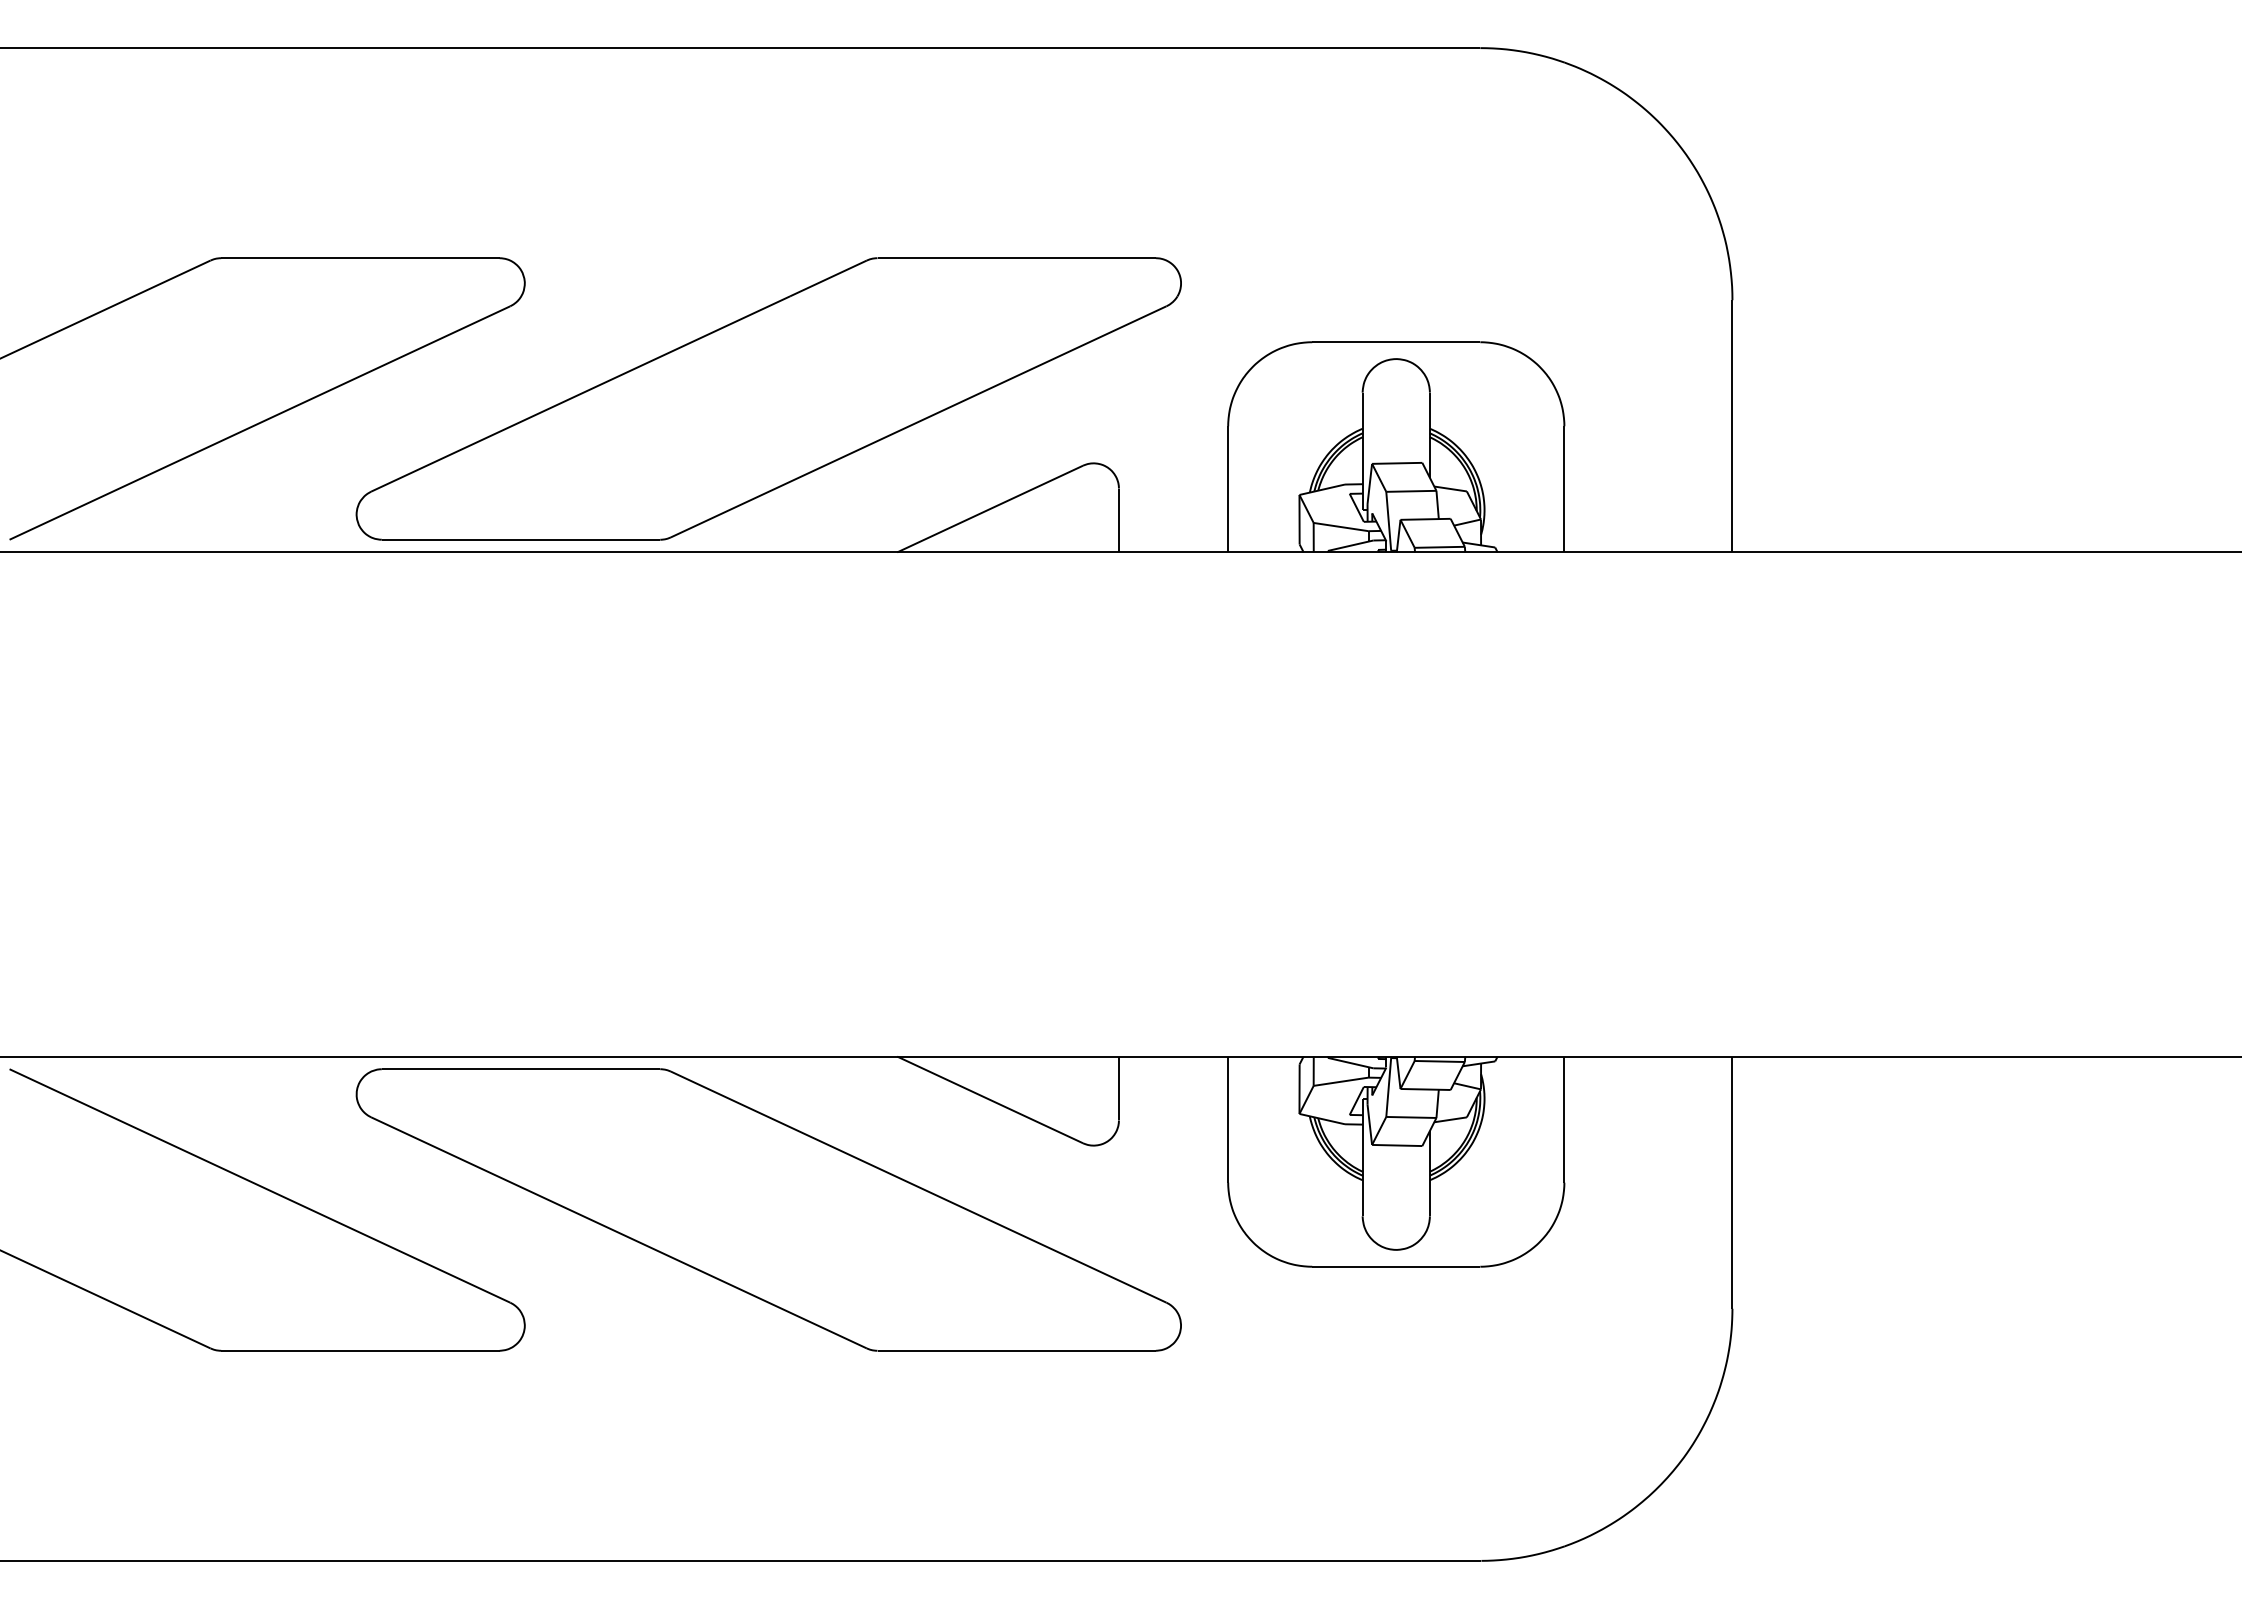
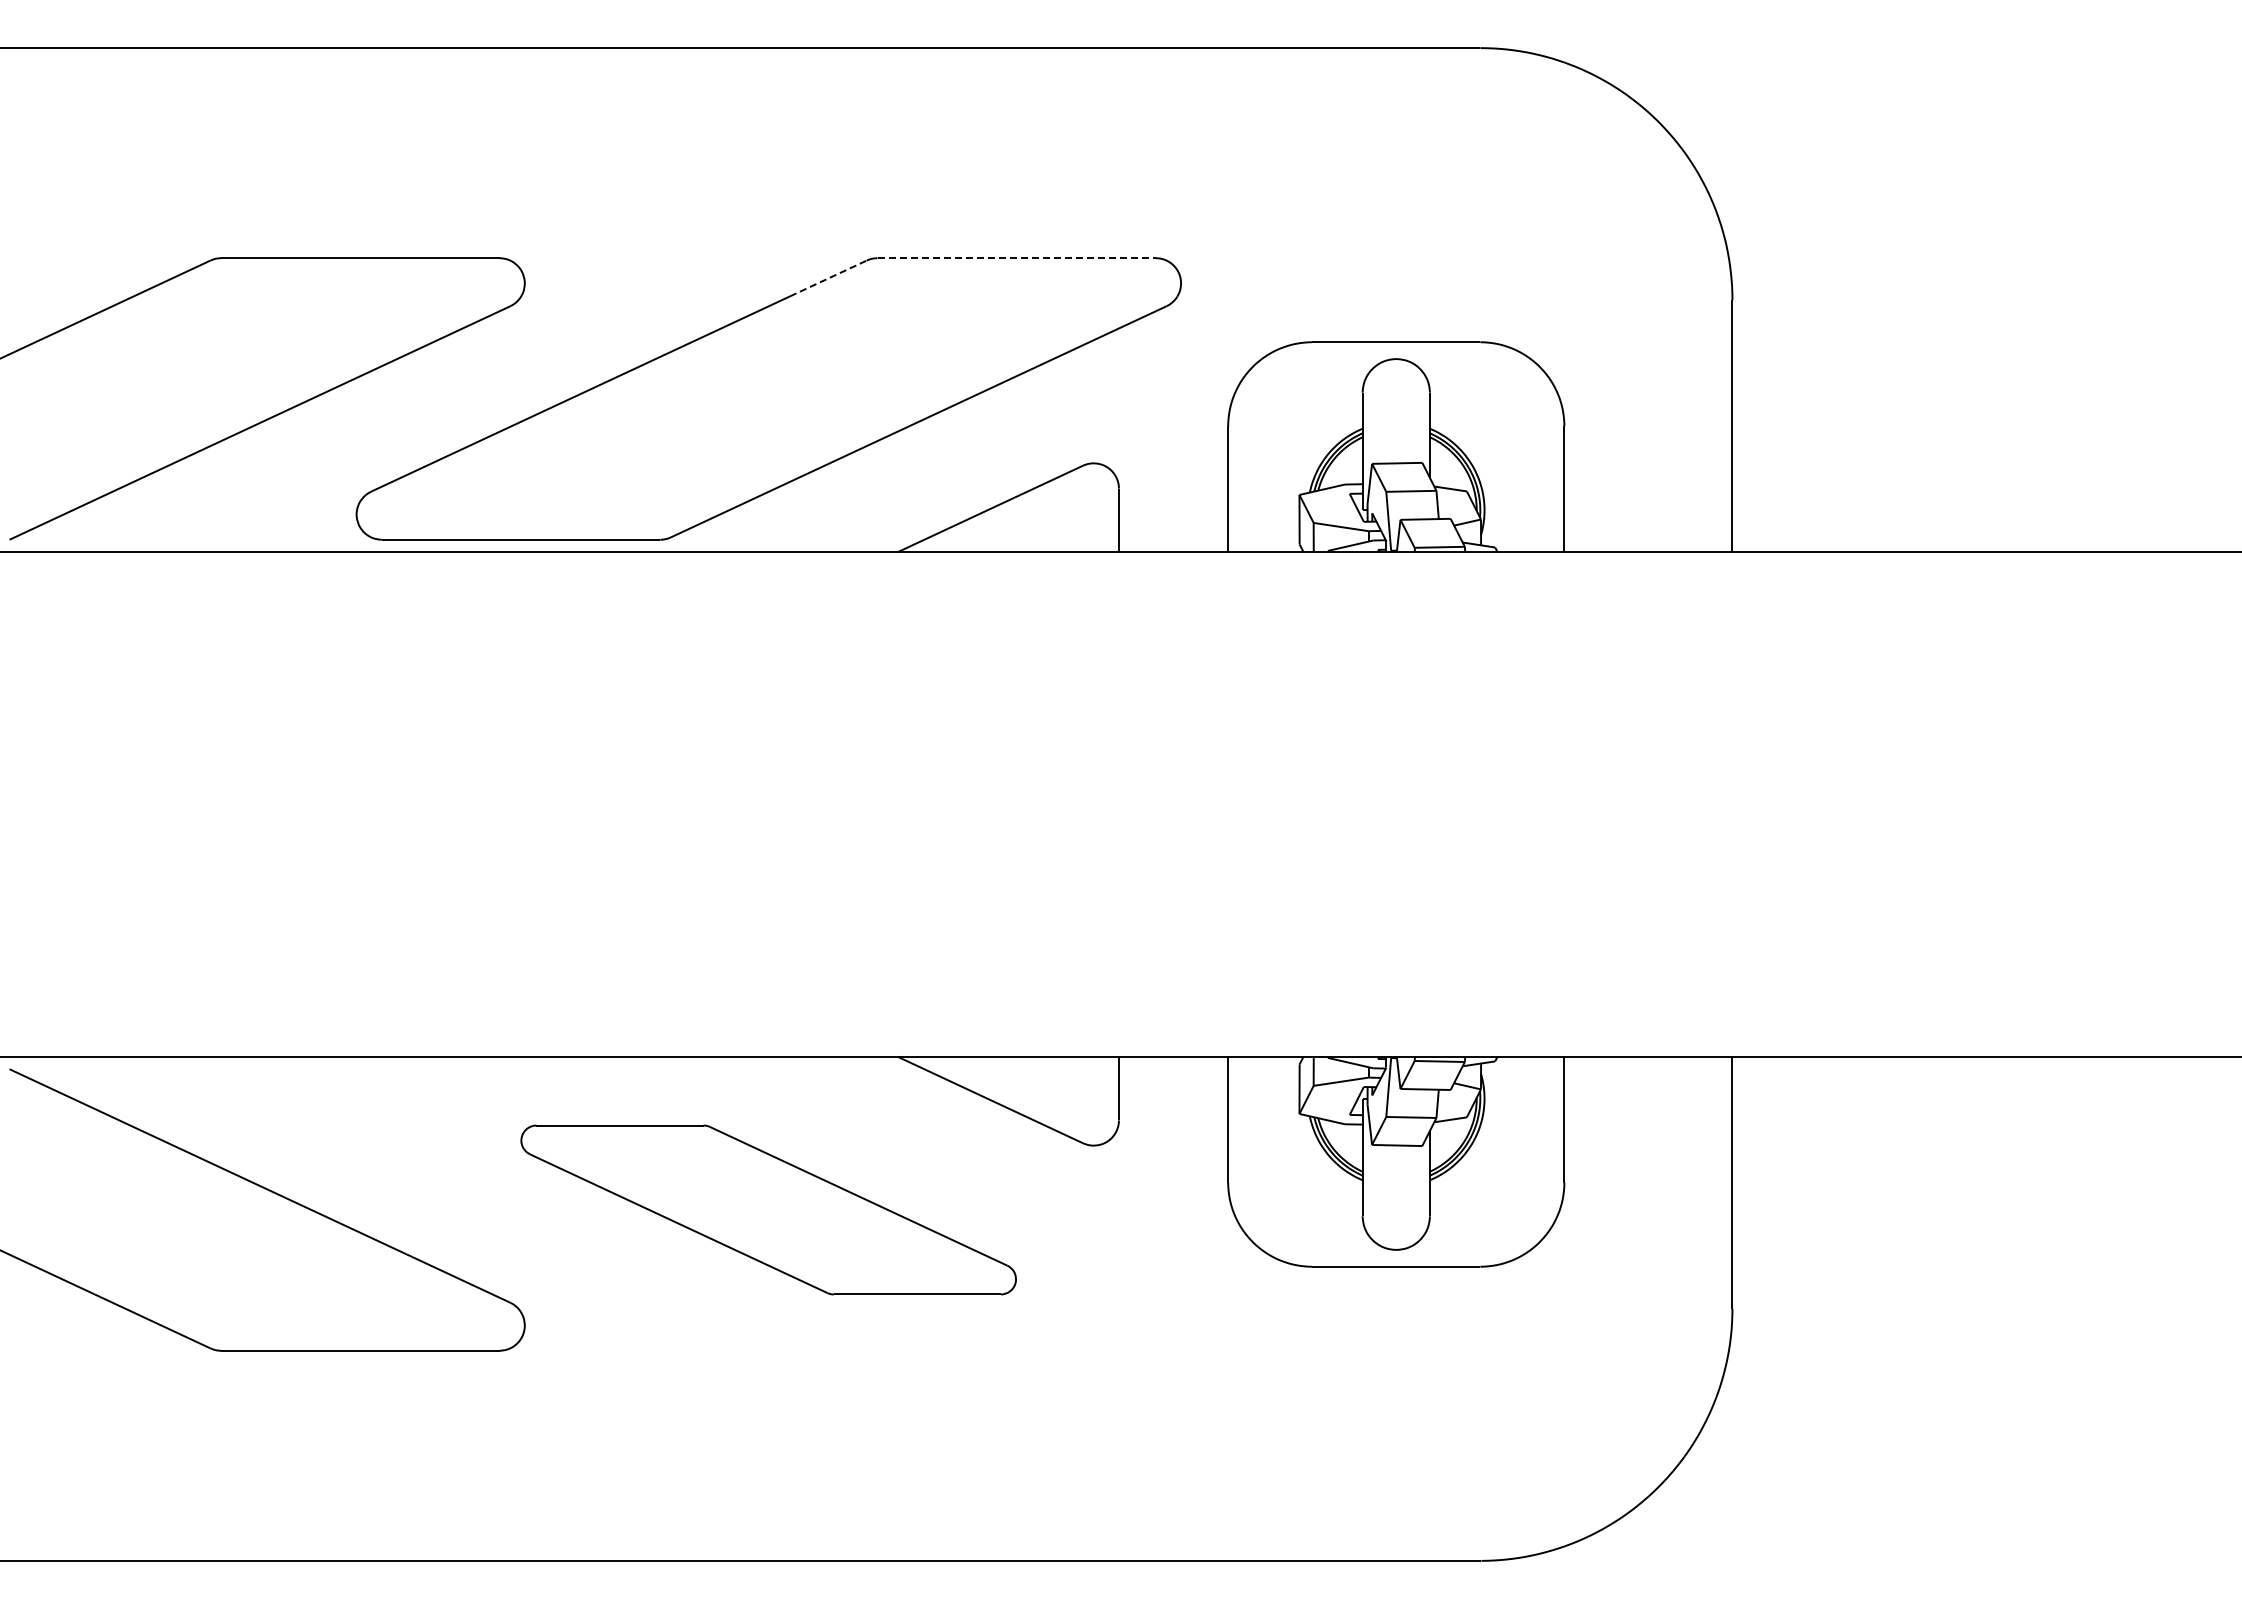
line at (1017, 258): solid -> dashed
line at (828, 278): solid -> dashed
part at (768, 1209) size: 827x284 px -> 497x172 px
